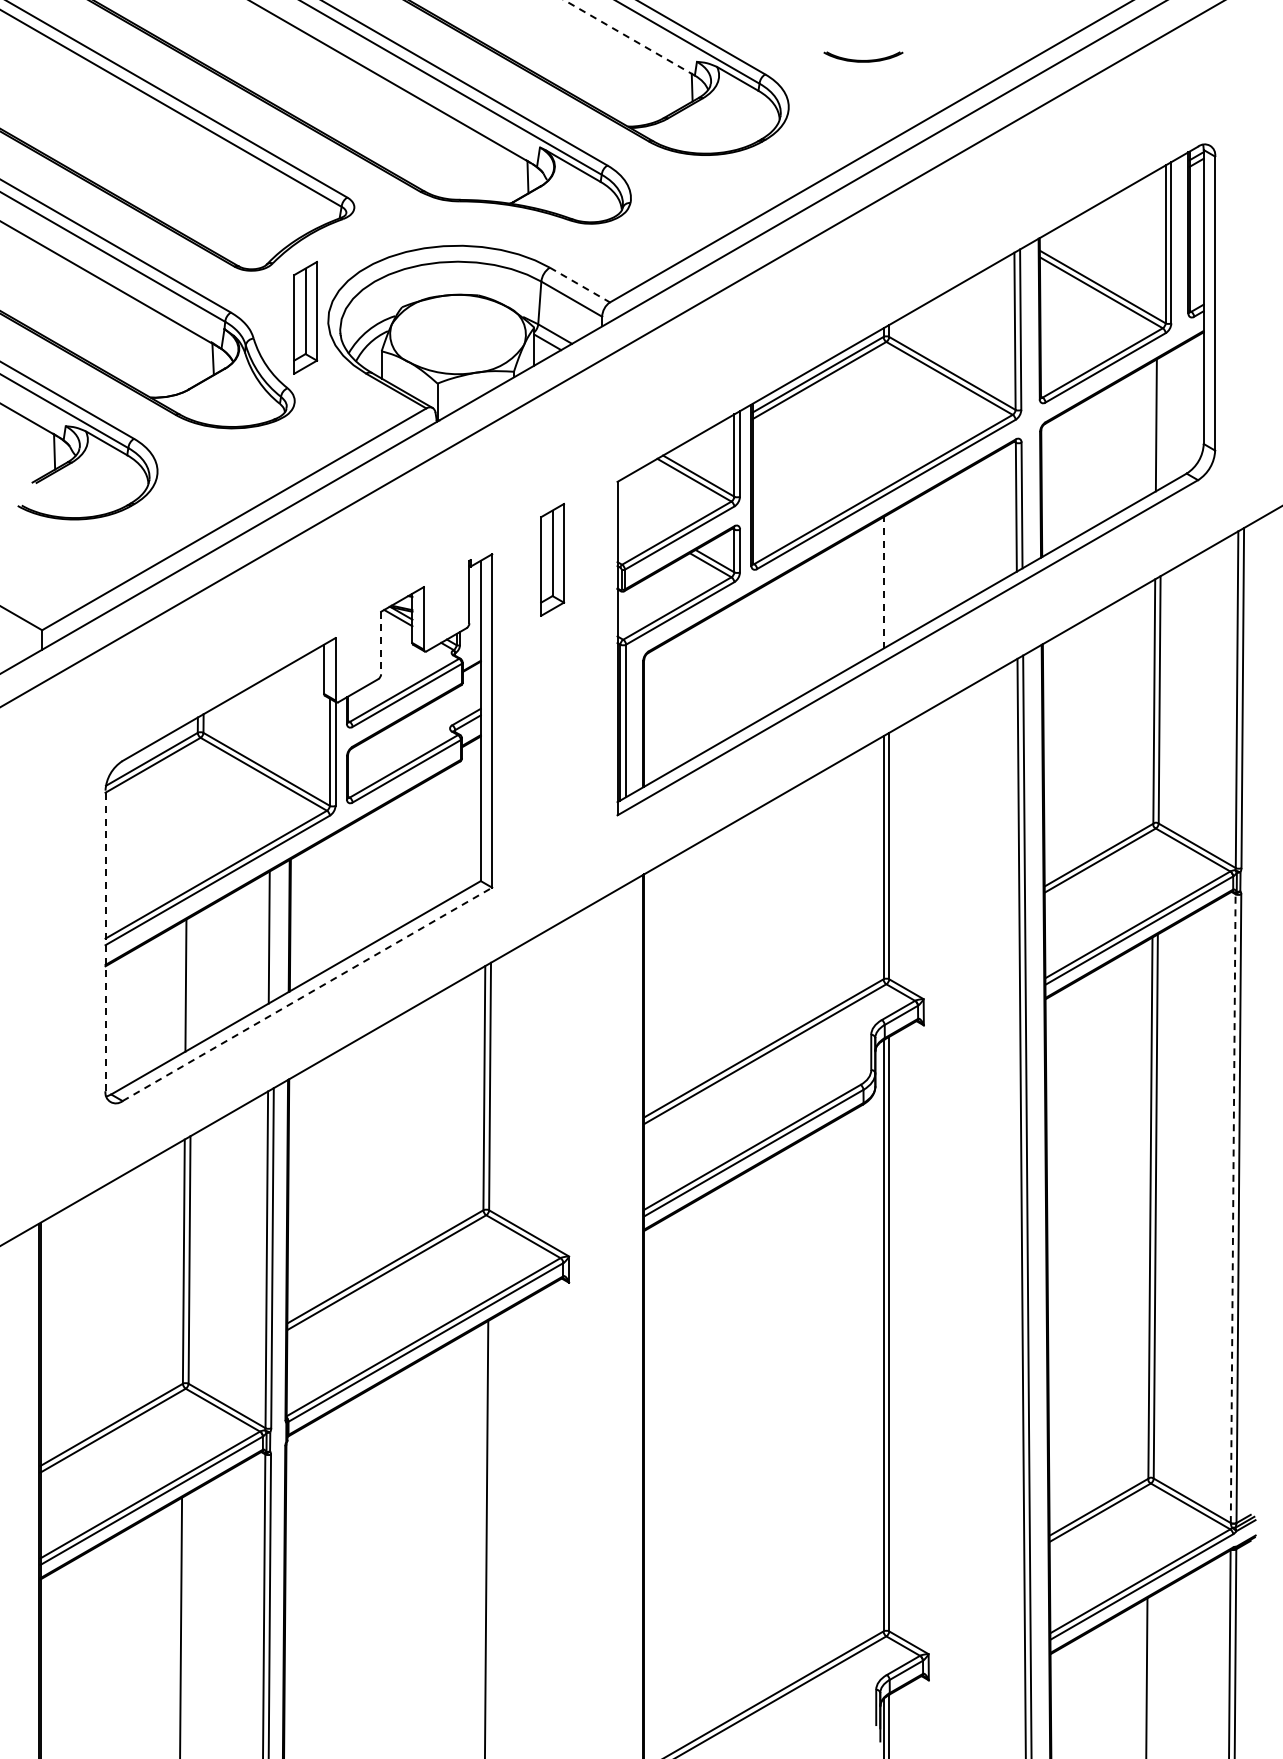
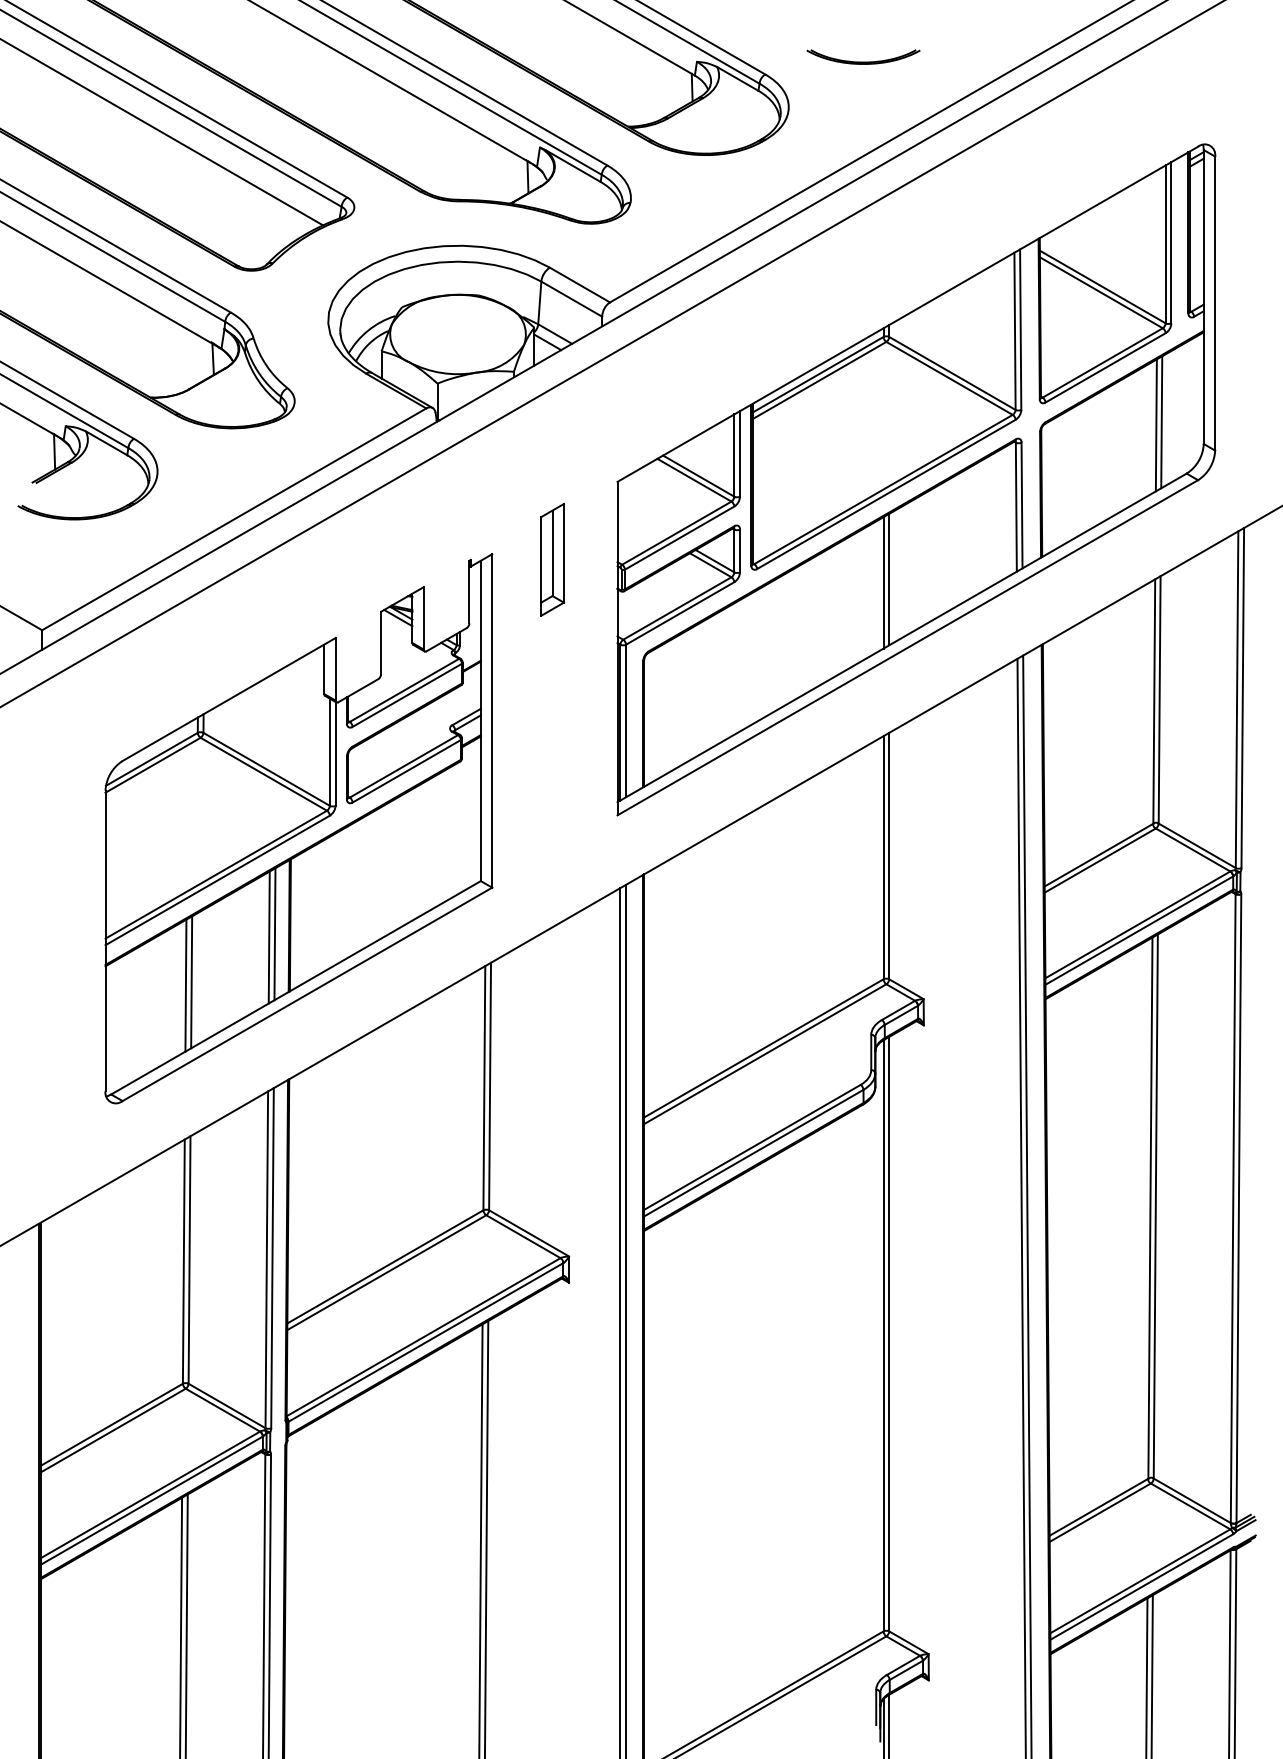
line at (629, 37): dashed -> solid
part at (863, 56) size: 81x12 px -> 115x16 px
line at (162, 132): none -> present
line at (579, 285): dashed -> solid
part at (305, 317): present -> none
line at (1161, 422): none -> present
line at (889, 579): none -> present
line at (883, 582): dashed -> solid
line at (381, 643): dashed -> solid
line at (274, 934): none -> present
line at (105, 940): dashed -> solid
line at (191, 982): none -> present
line at (307, 994): dashed -> solid
line at (1233, 1208): dashed -> solid
line at (626, 1319): none -> present
line at (620, 1321): none -> present
line at (480, 1539): none -> present
line at (186, 1624): none -> present
line at (1151, 1675): none -> present
